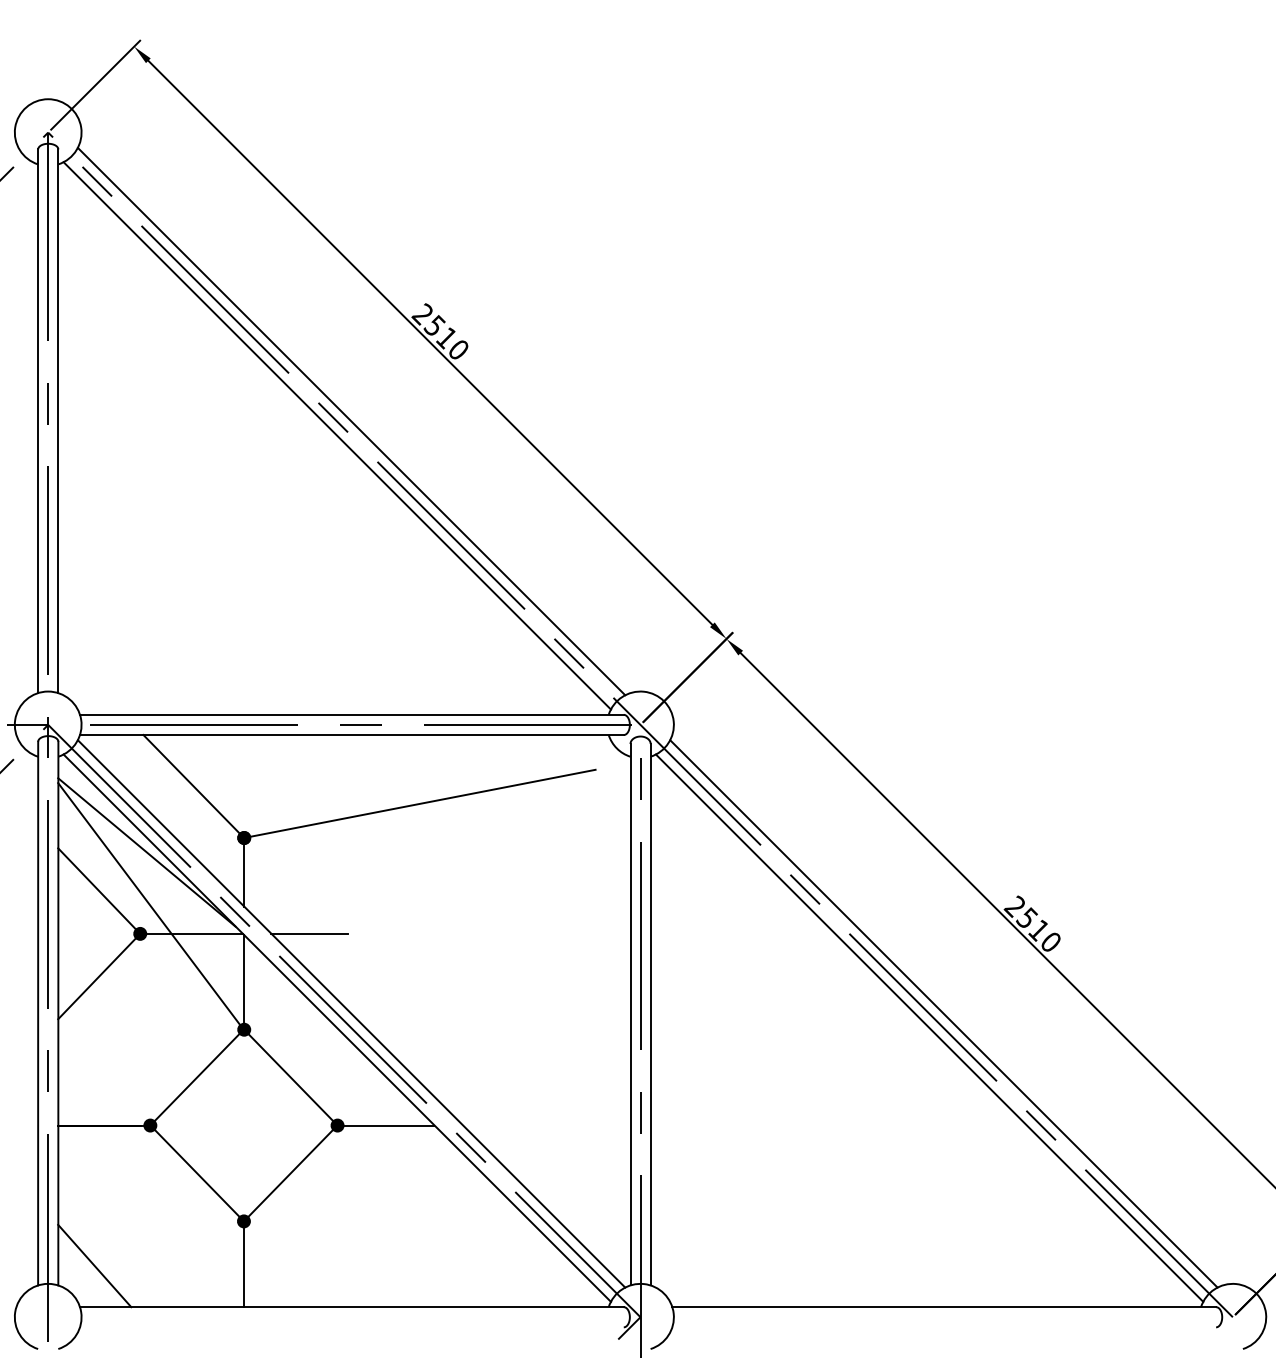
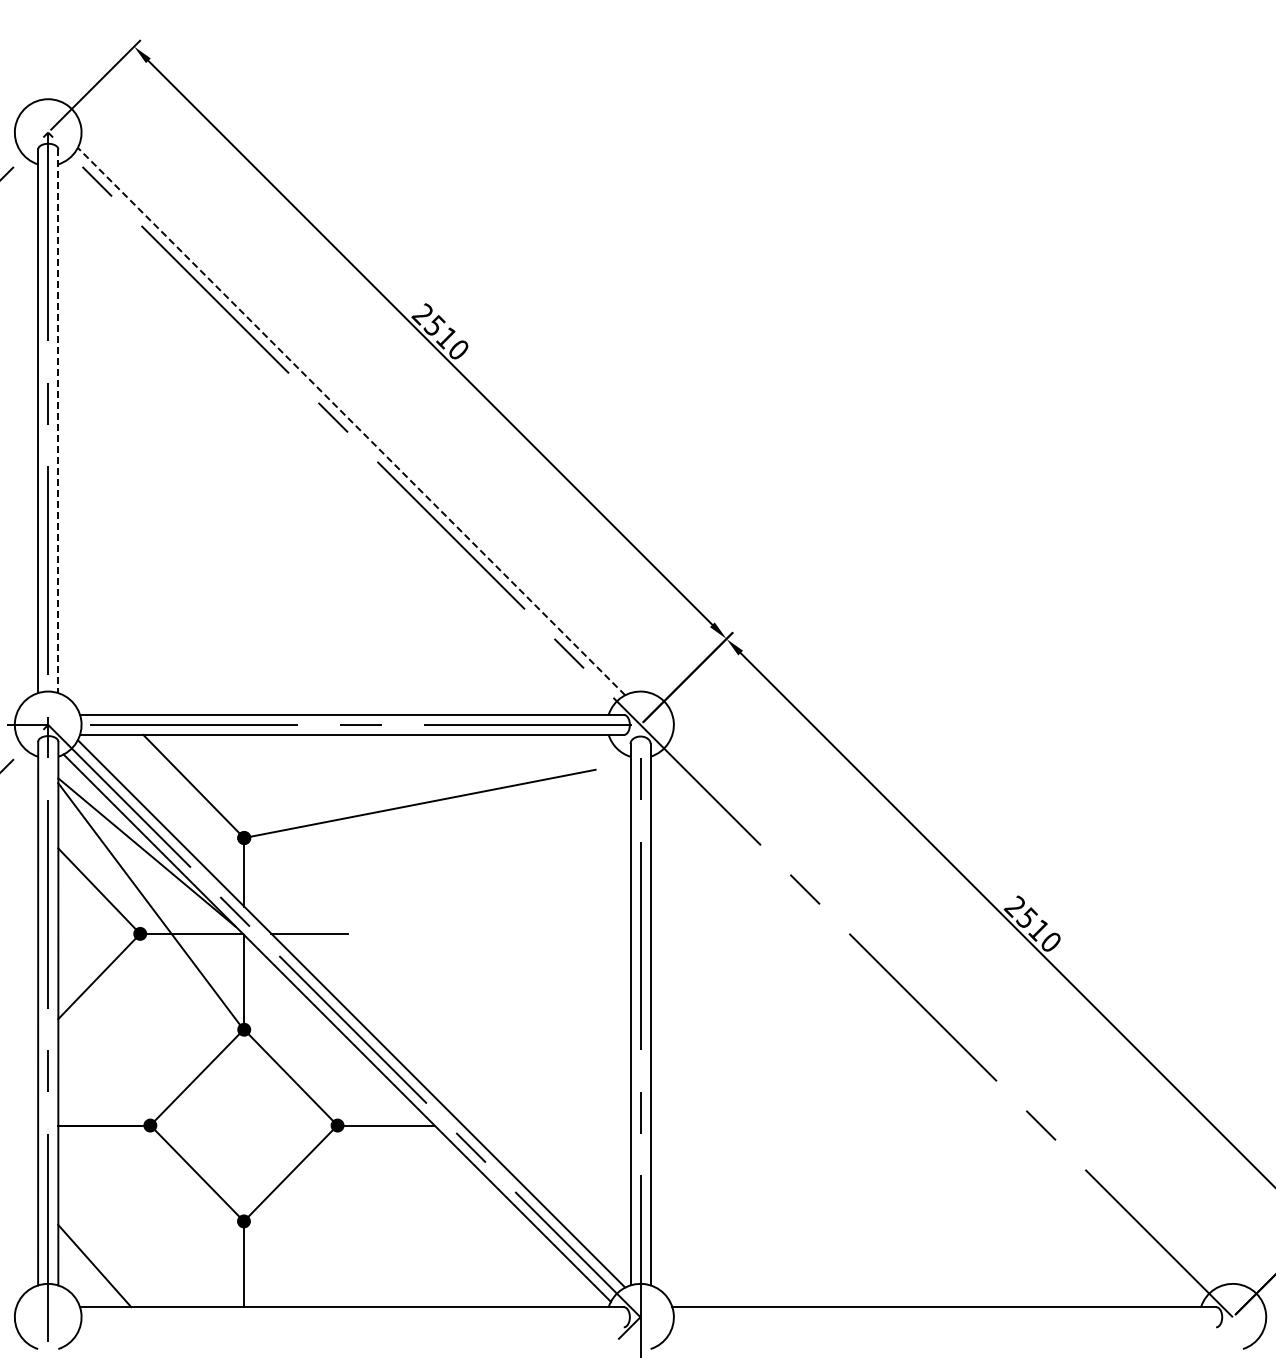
line at (58, 421): solid -> dashed
line at (351, 421): solid -> dashed
line at (337, 435): present -> none
line at (943, 1013): present -> none
line at (929, 1027): present -> none
